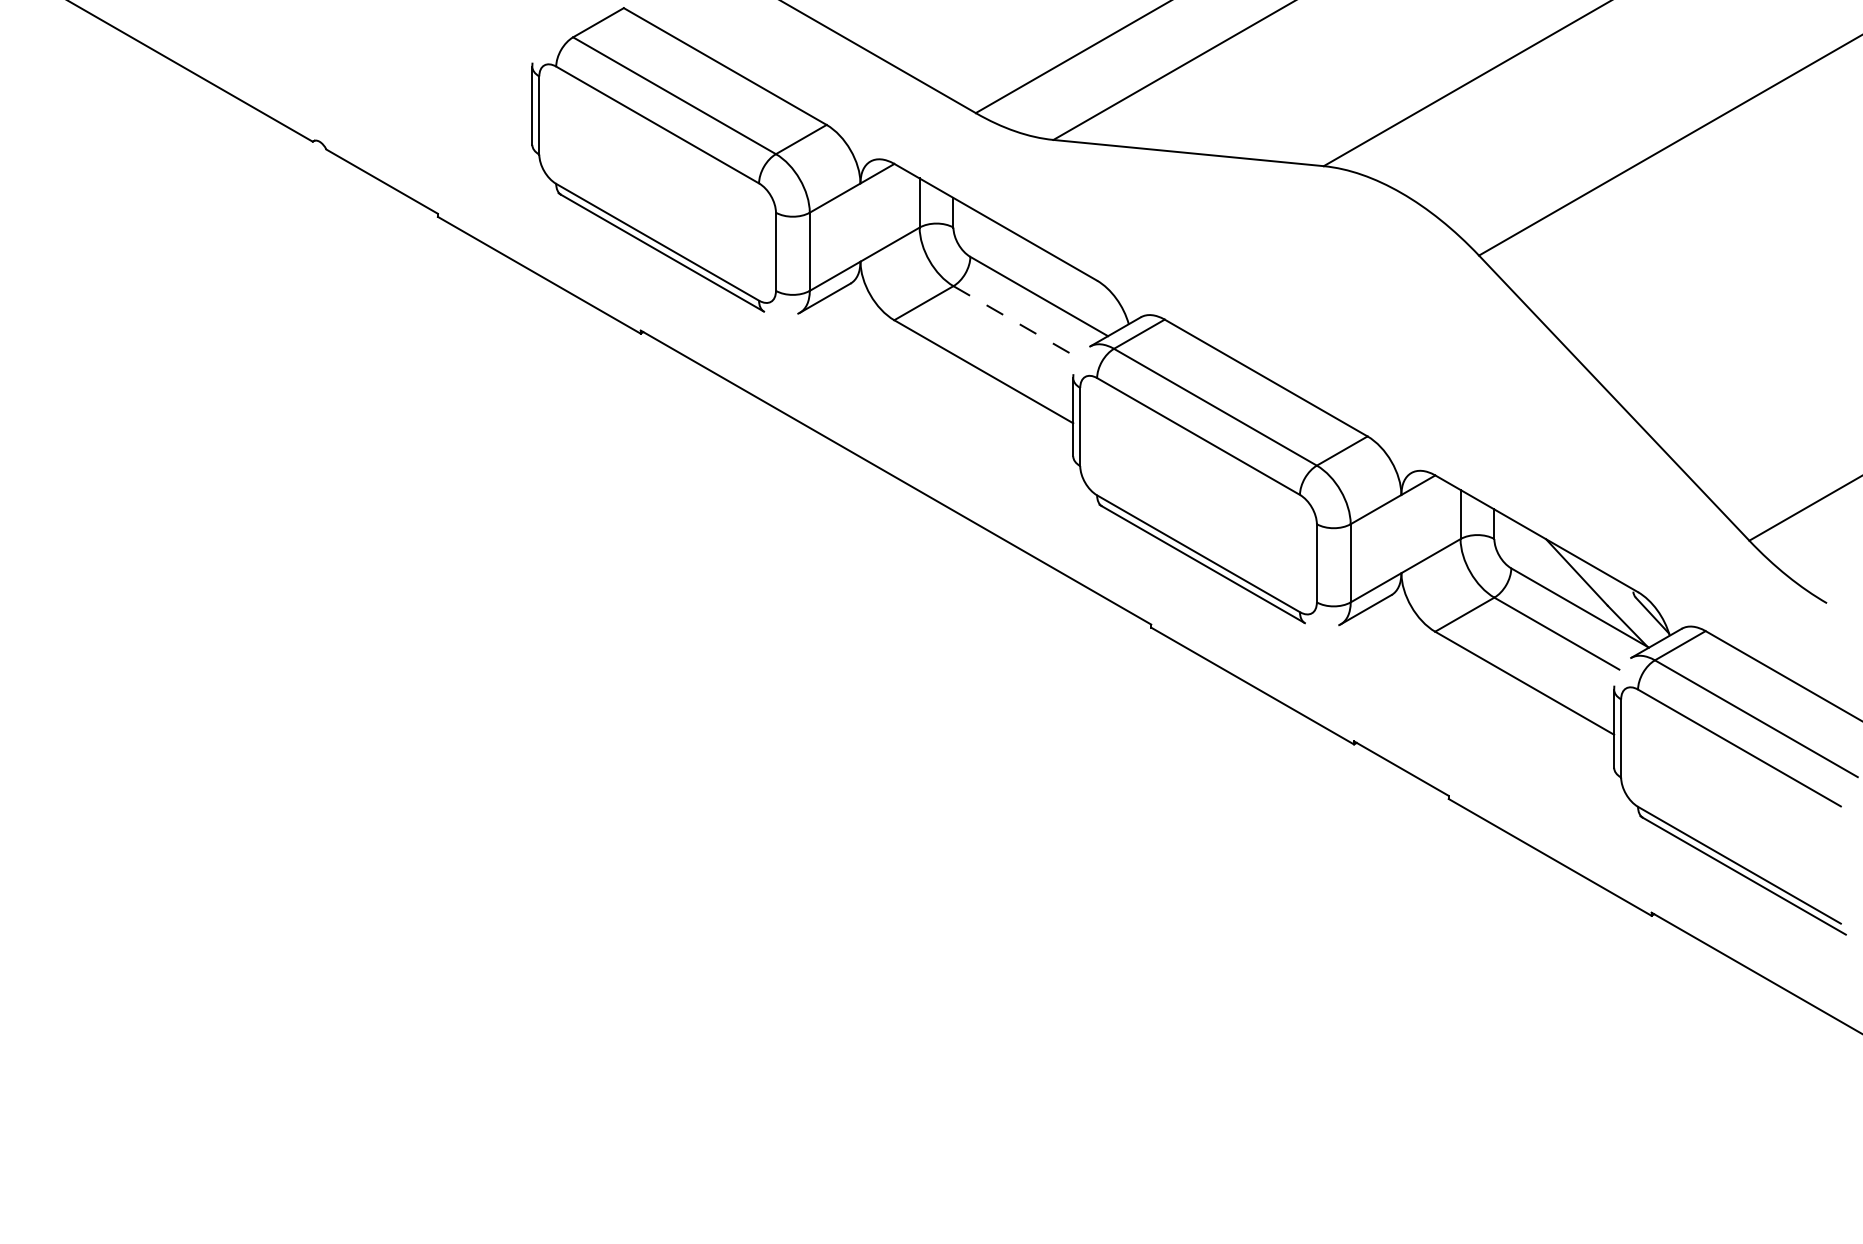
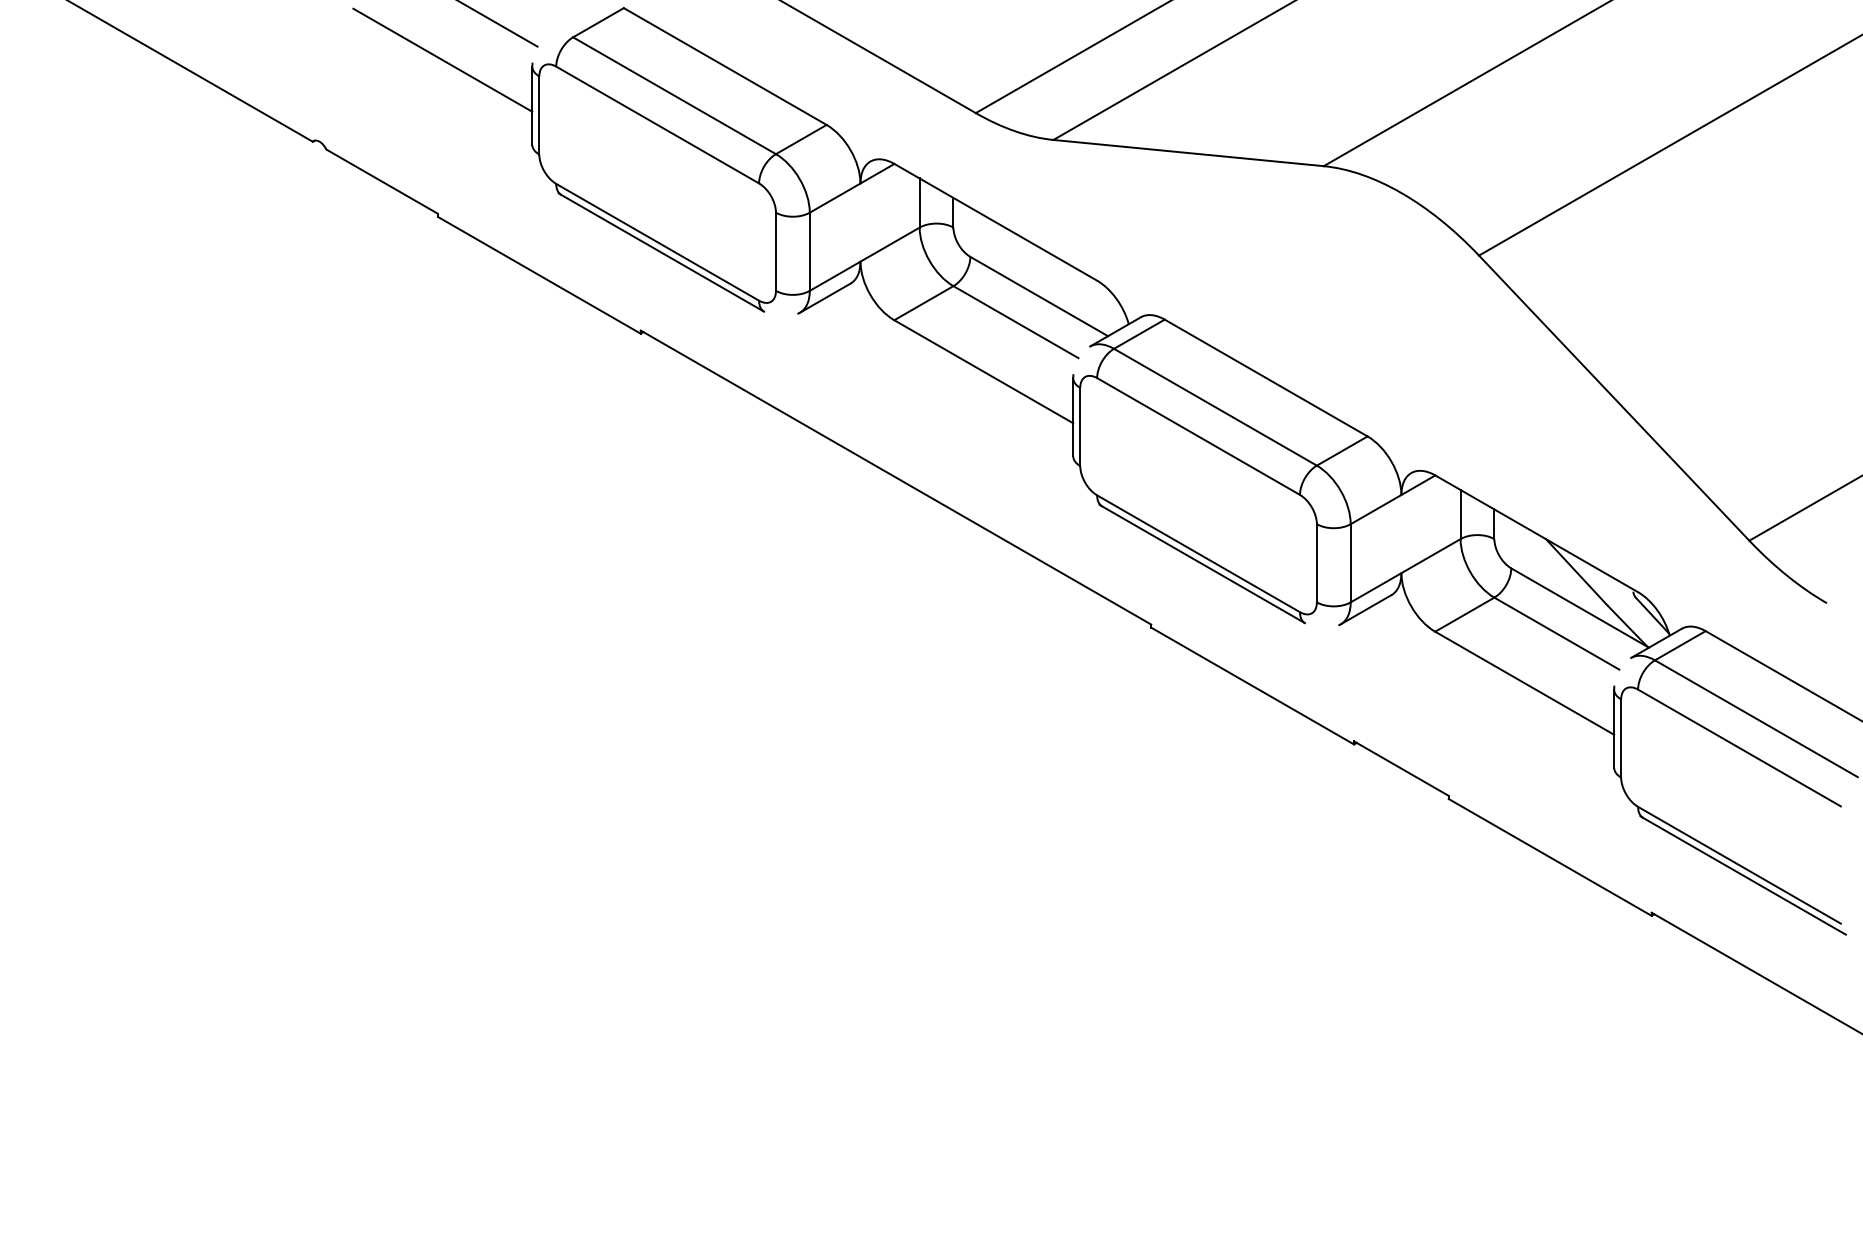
line at (498, 24): none -> present
line at (442, 59): none -> present
line at (1016, 322): dashed -> solid
